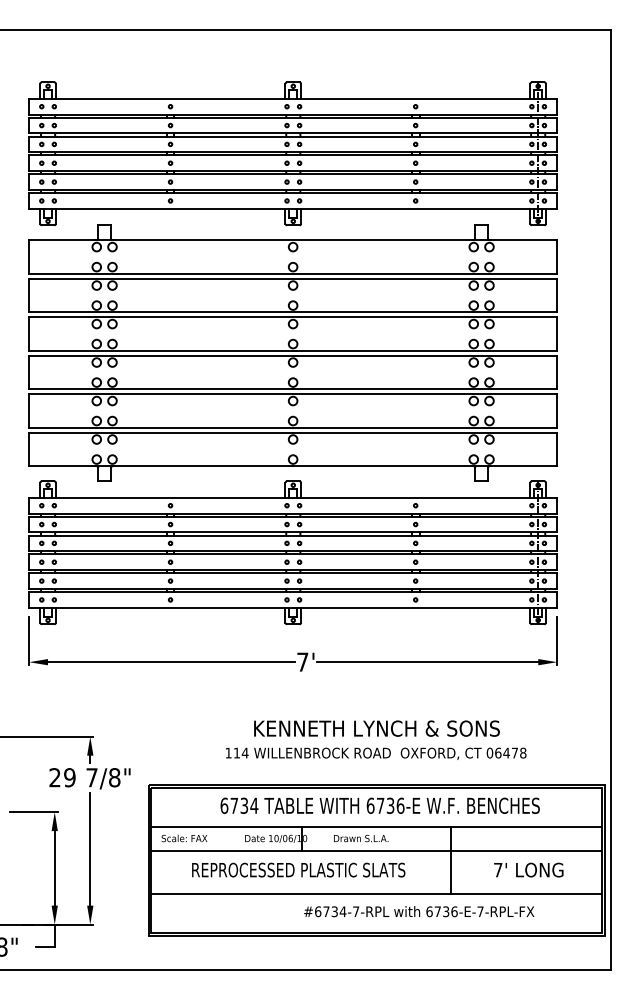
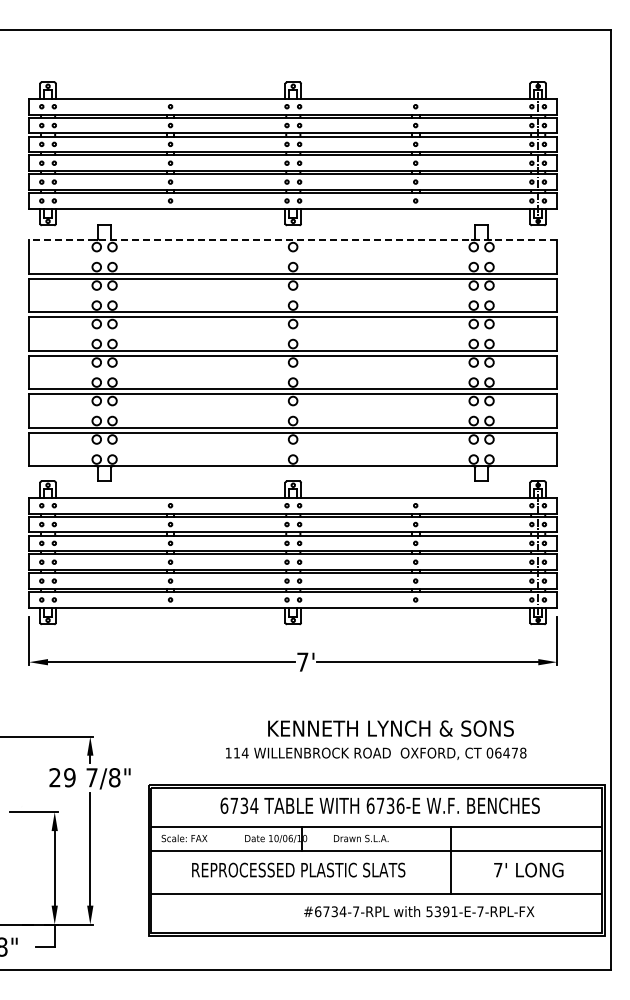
line at (293, 240): solid -> dashed
text at (376, 728) position: (376, 728) -> (390, 728)
text at (441, 911): 6736-E-7-RPL-FX -> 5391-E-7-RPL-FX
